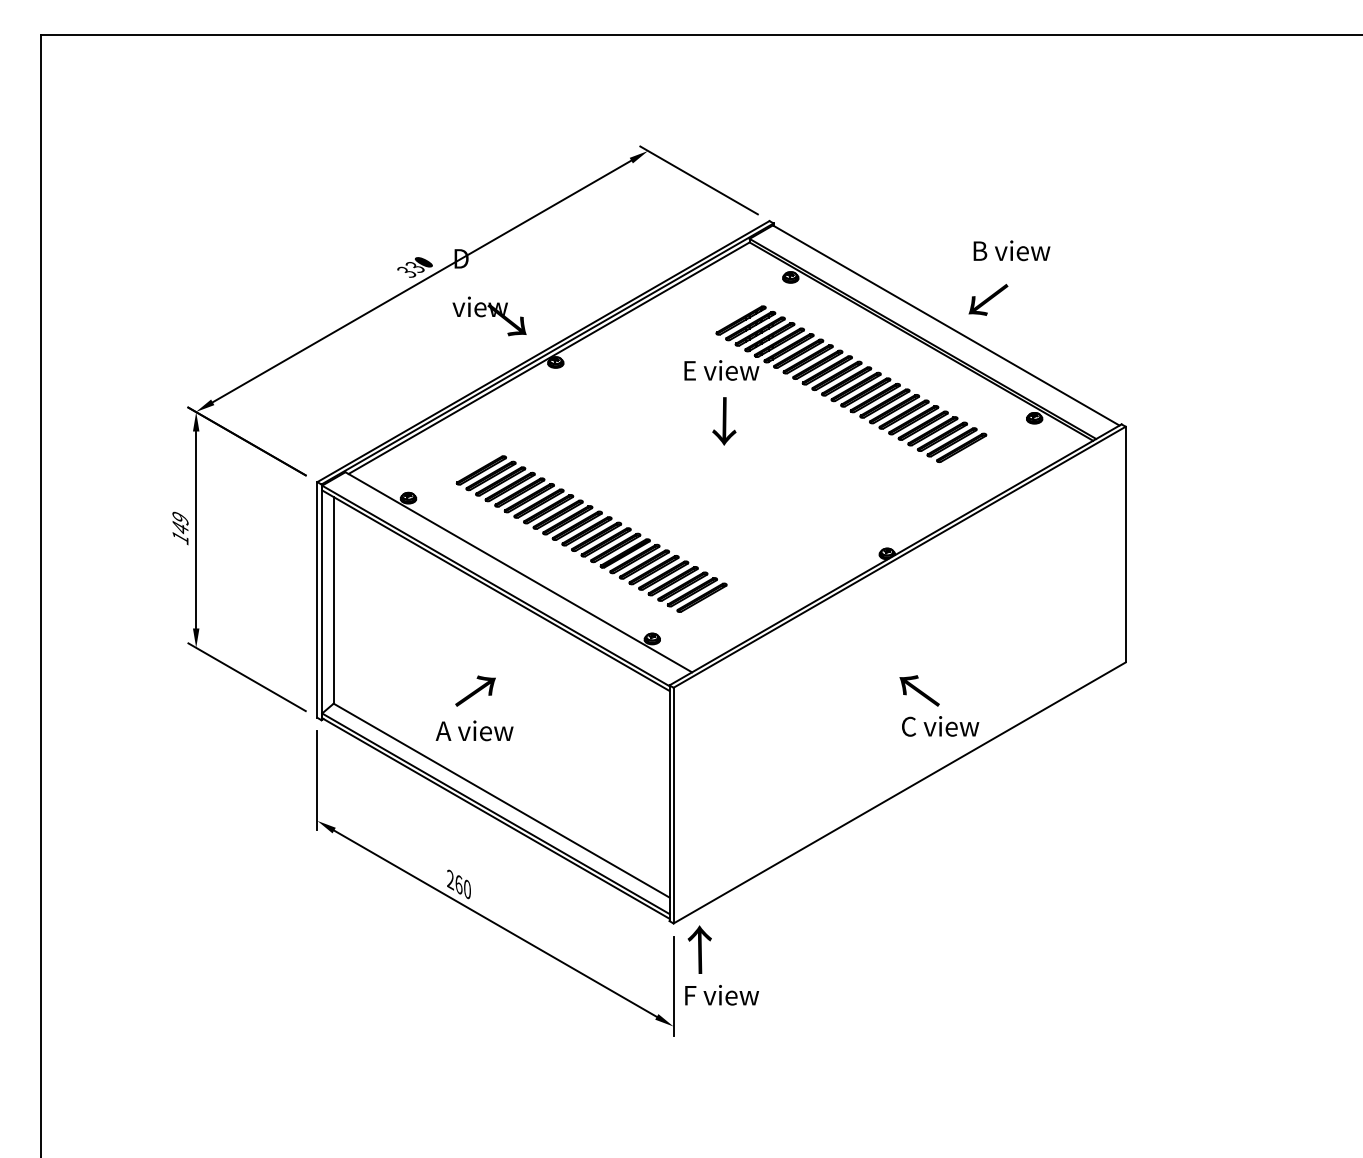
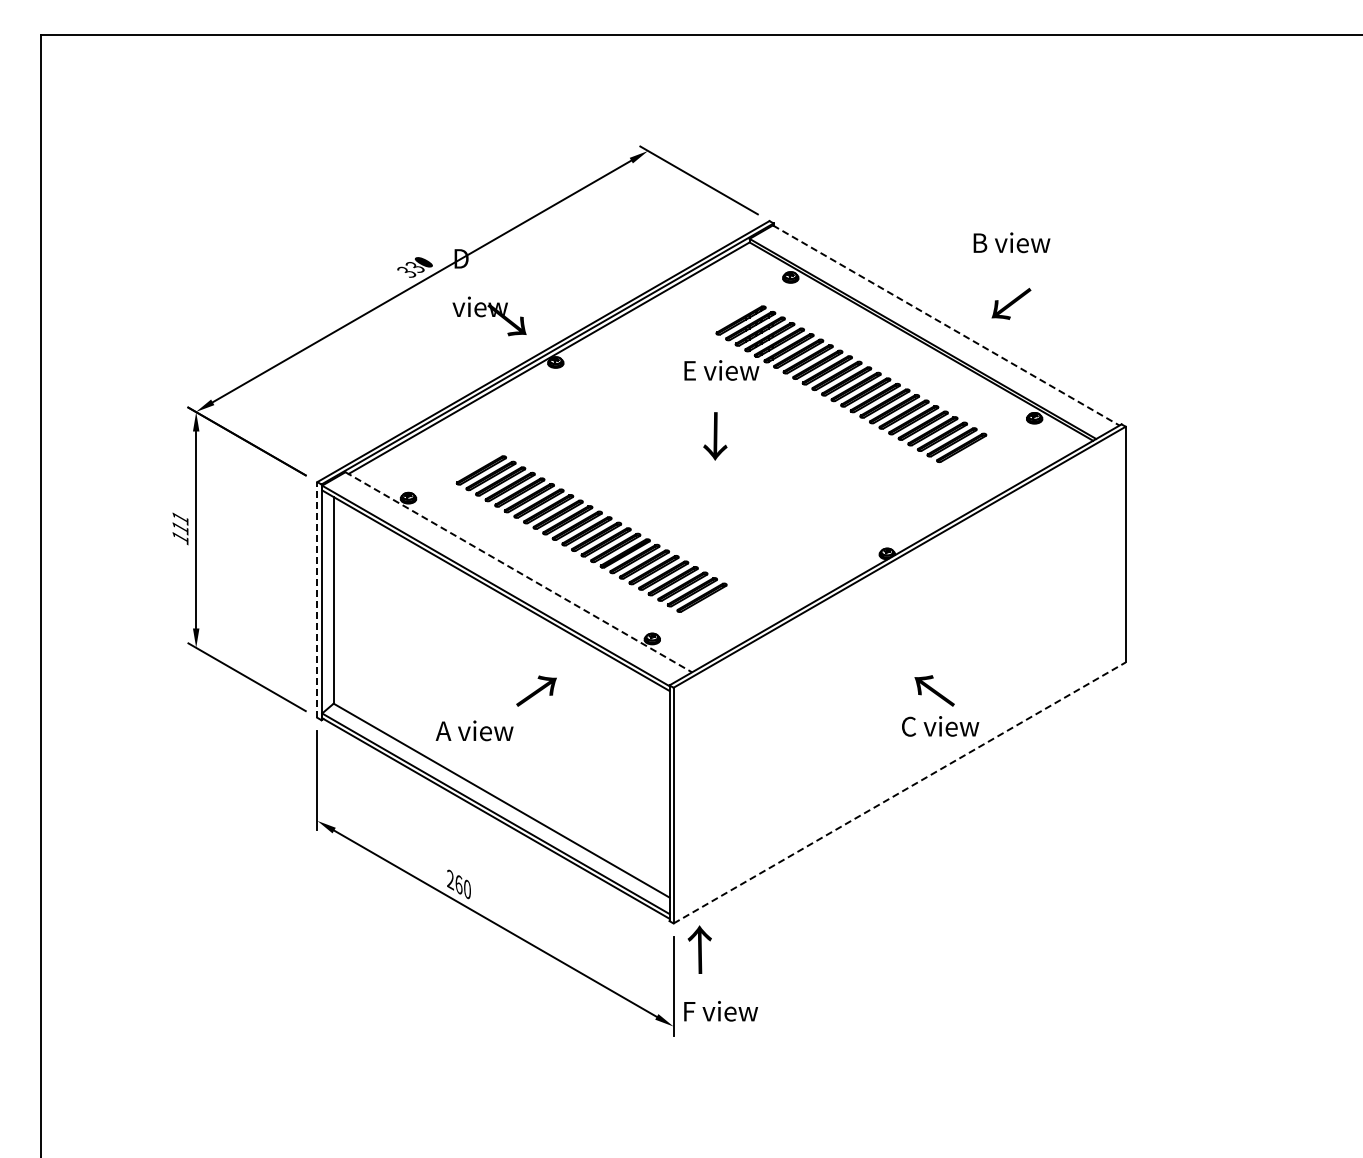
text at (1011, 250) position: (1011, 250) -> (1011, 242)
text at (988, 299) position: (988, 299) -> (1011, 303)
line at (946, 325): solid -> dashed
text at (724, 421) position: (724, 421) -> (715, 436)
text at (180, 523): 149 -> 111
line at (519, 572): solid -> dashed
line at (317, 599): solid -> dashed
text at (475, 690) position: (475, 690) -> (536, 690)
text at (919, 690) position: (919, 690) -> (934, 690)
line at (900, 792): solid -> dashed
text at (722, 995) position: (722, 995) -> (721, 1011)
